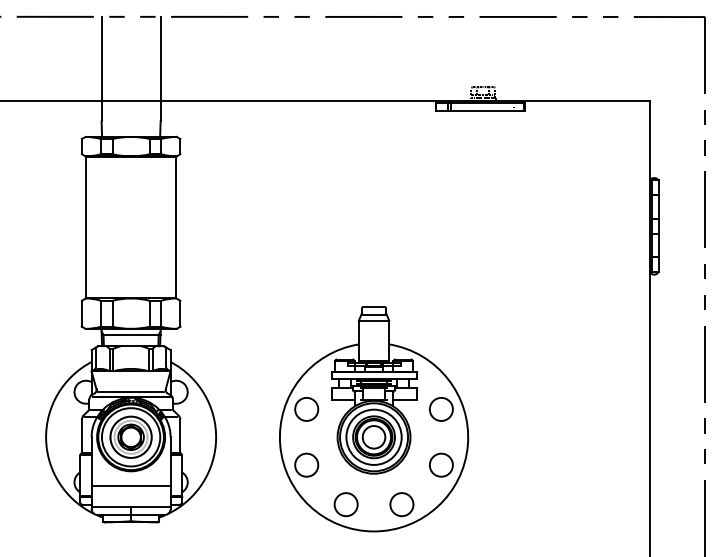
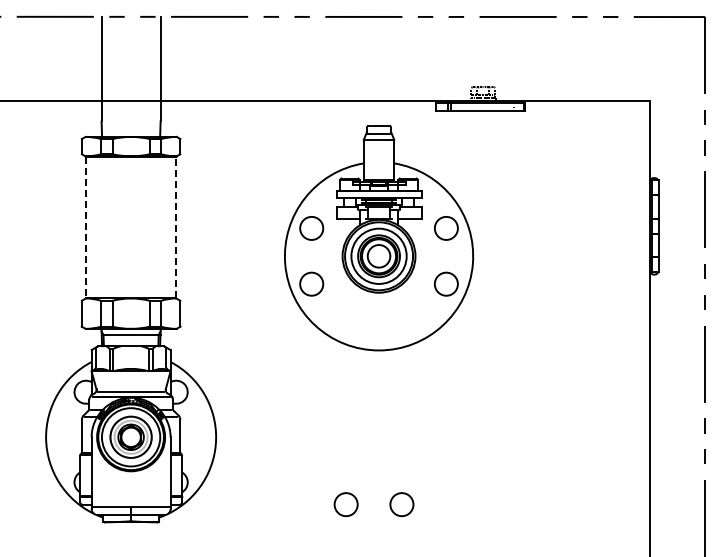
line at (85, 227): solid -> dashed
line at (176, 227): solid -> dashed
part at (374, 419) position: (374, 419) -> (379, 238)
line at (130, 485): present -> none
